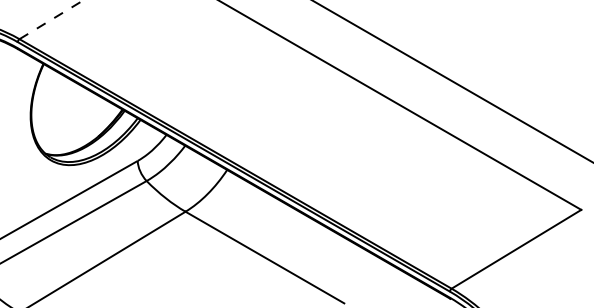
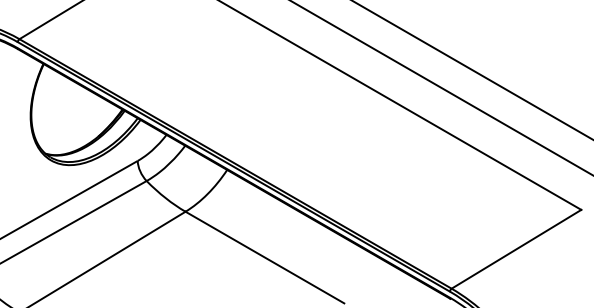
line at (51, 19): dashed -> solid
line at (452, 81) position: (452, 81) -> (472, 70)
line at (441, 87): none -> present
